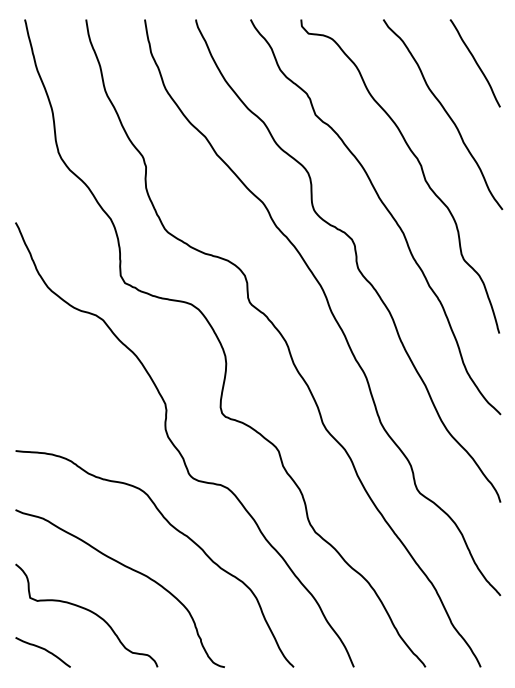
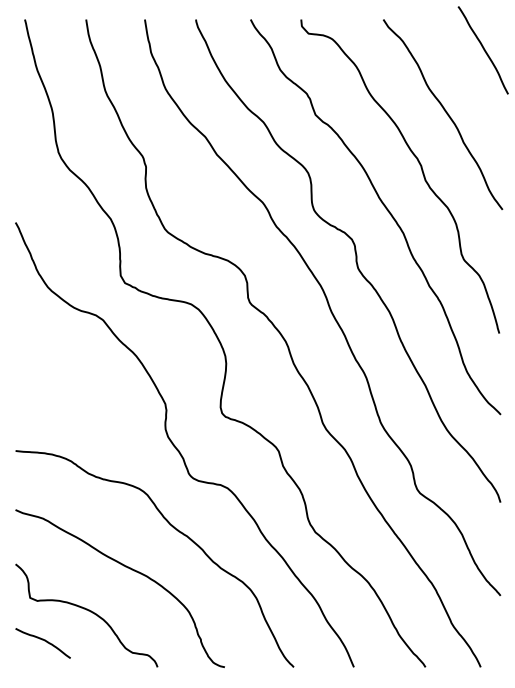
curve at (475, 63) position: (475, 63) -> (483, 50)
curve at (44, 650) position: (44, 650) -> (44, 641)
